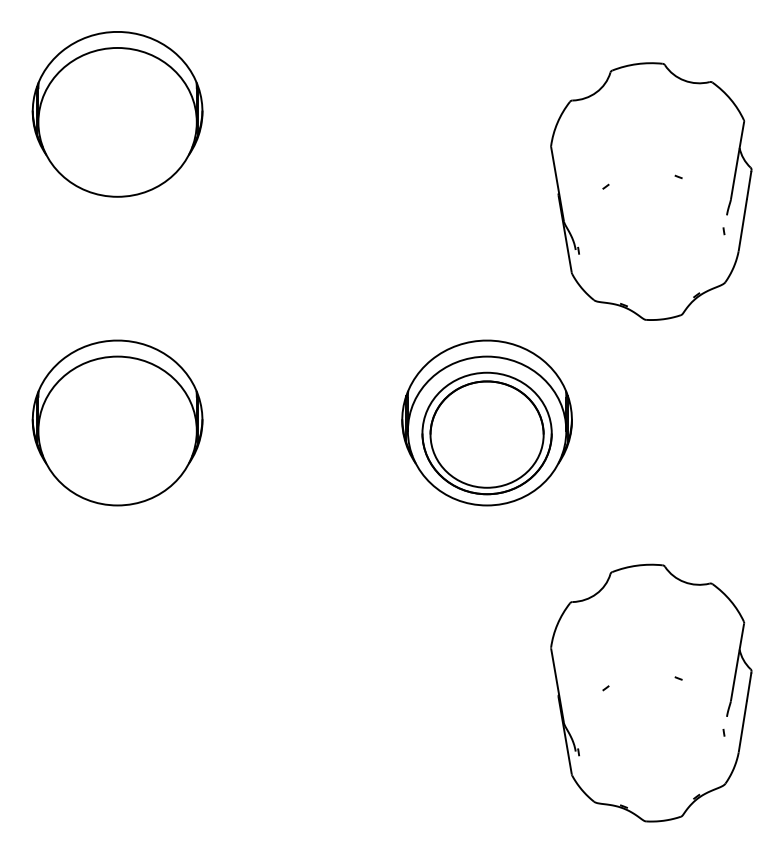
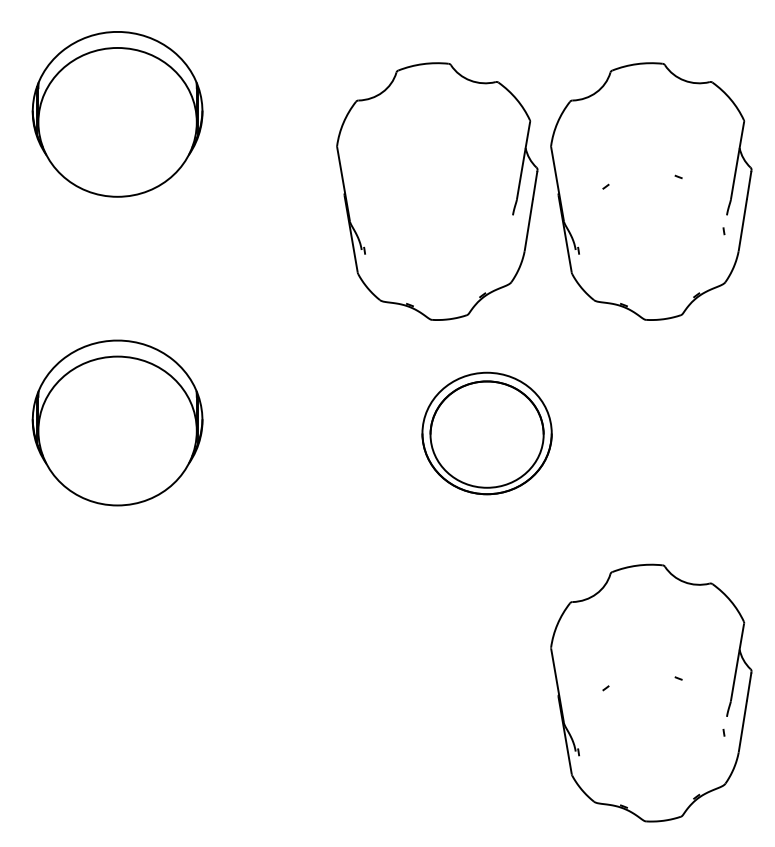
part at (437, 191): none -> present
part at (486, 422): present -> none
